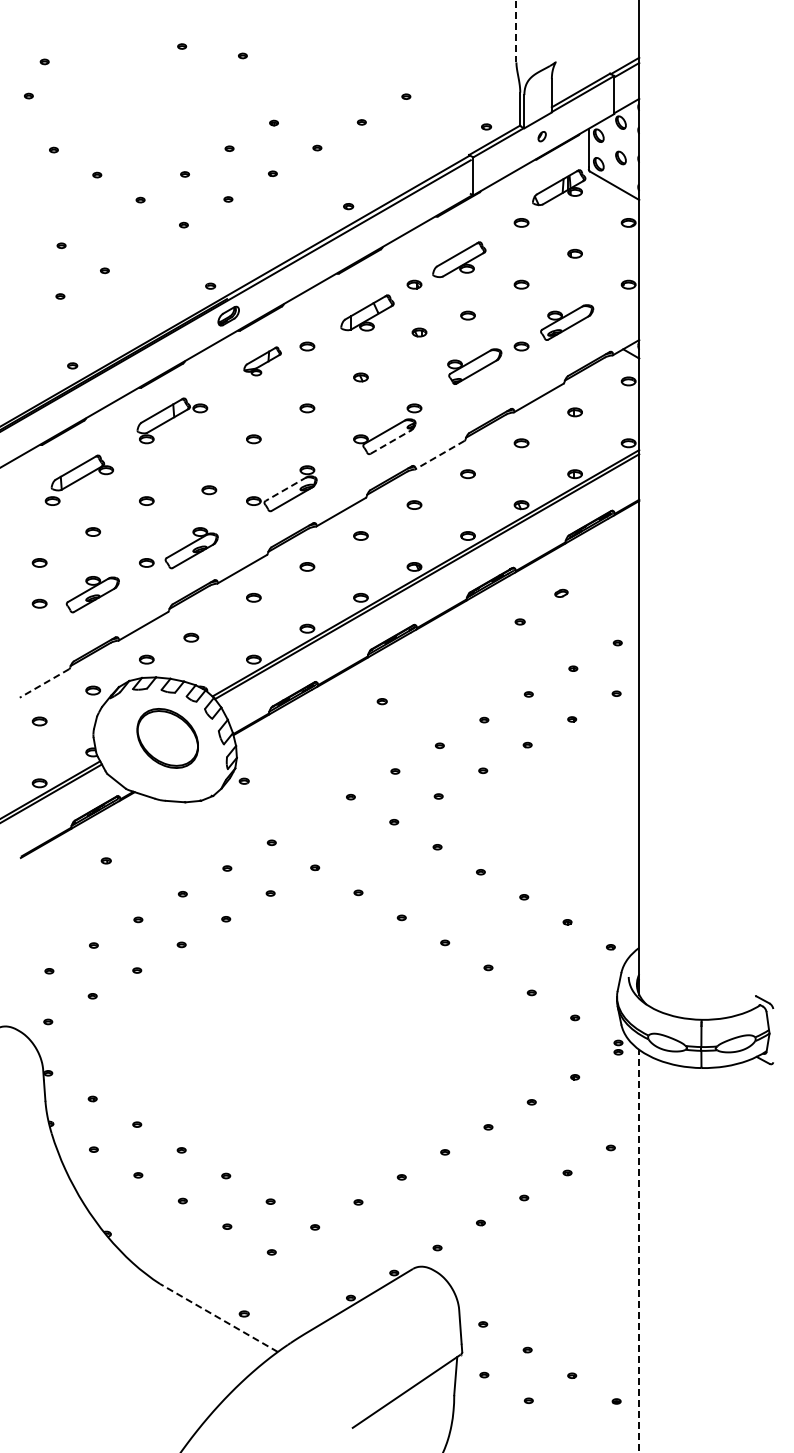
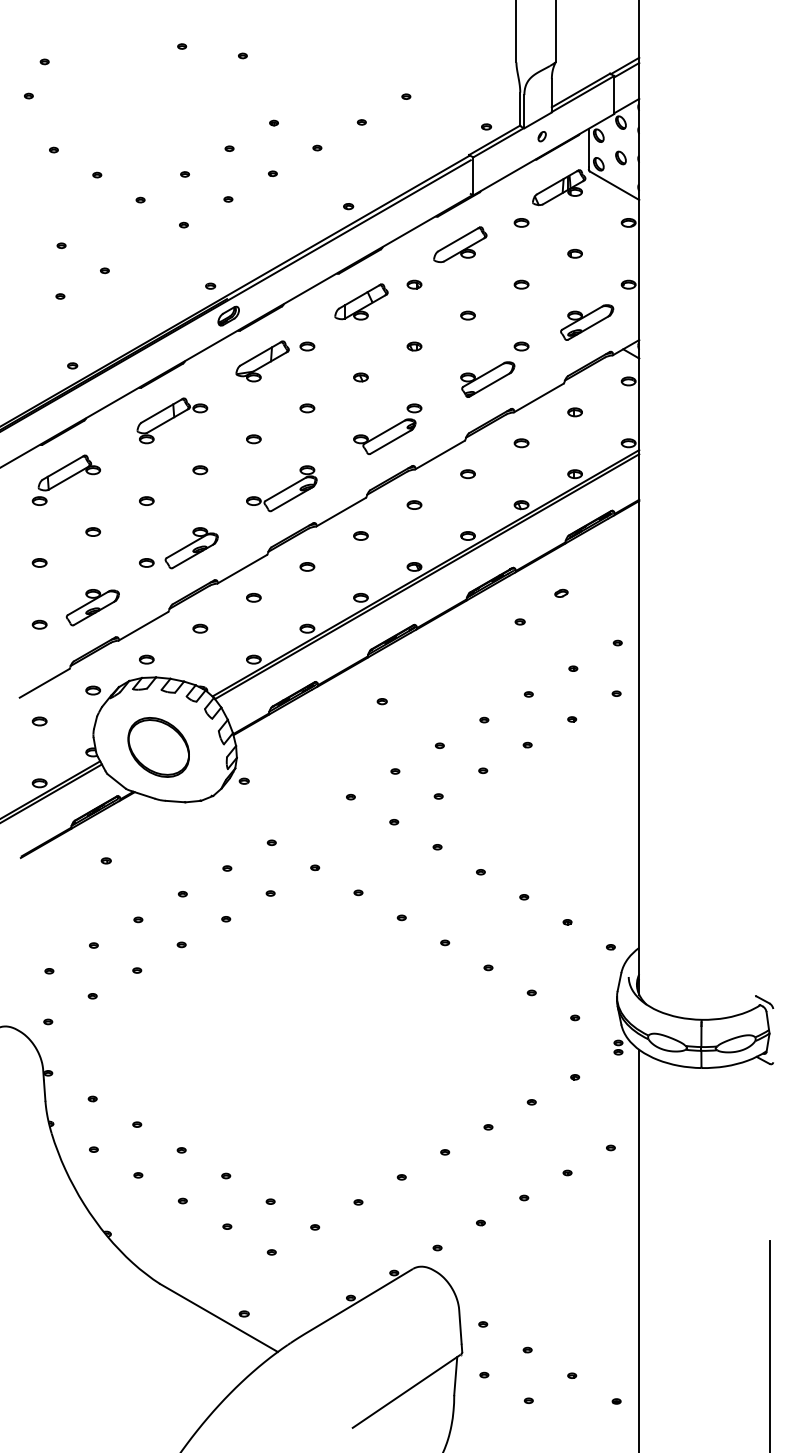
line at (516, 31): dashed -> solid
line at (555, 32): none -> present
part at (459, 259) position: (459, 259) -> (460, 244)
part at (367, 312) position: (367, 312) -> (361, 301)
part at (567, 322) position: (567, 322) -> (587, 322)
part at (419, 332) position: (419, 332) -> (414, 346)
part at (262, 361) size: 39x31 px -> 55x43 px
part at (474, 366) position: (474, 366) -> (487, 379)
line at (391, 441): dashed -> solid
line at (439, 455): dashed -> solid
part at (78, 479) position: (78, 479) -> (65, 479)
line at (286, 488): dashed -> solid
part at (209, 490) position: (209, 490) -> (200, 470)
part at (92, 594) position: (92, 594) -> (92, 607)
part at (39, 603) position: (39, 603) -> (39, 624)
part at (191, 637) position: (191, 637) -> (200, 628)
line at (44, 683): dashed -> solid
part at (167, 738) position: (167, 738) -> (158, 747)
line at (639, 1250): dashed -> solid
line at (218, 1317): dashed -> solid
line at (770, 1345): none -> present
